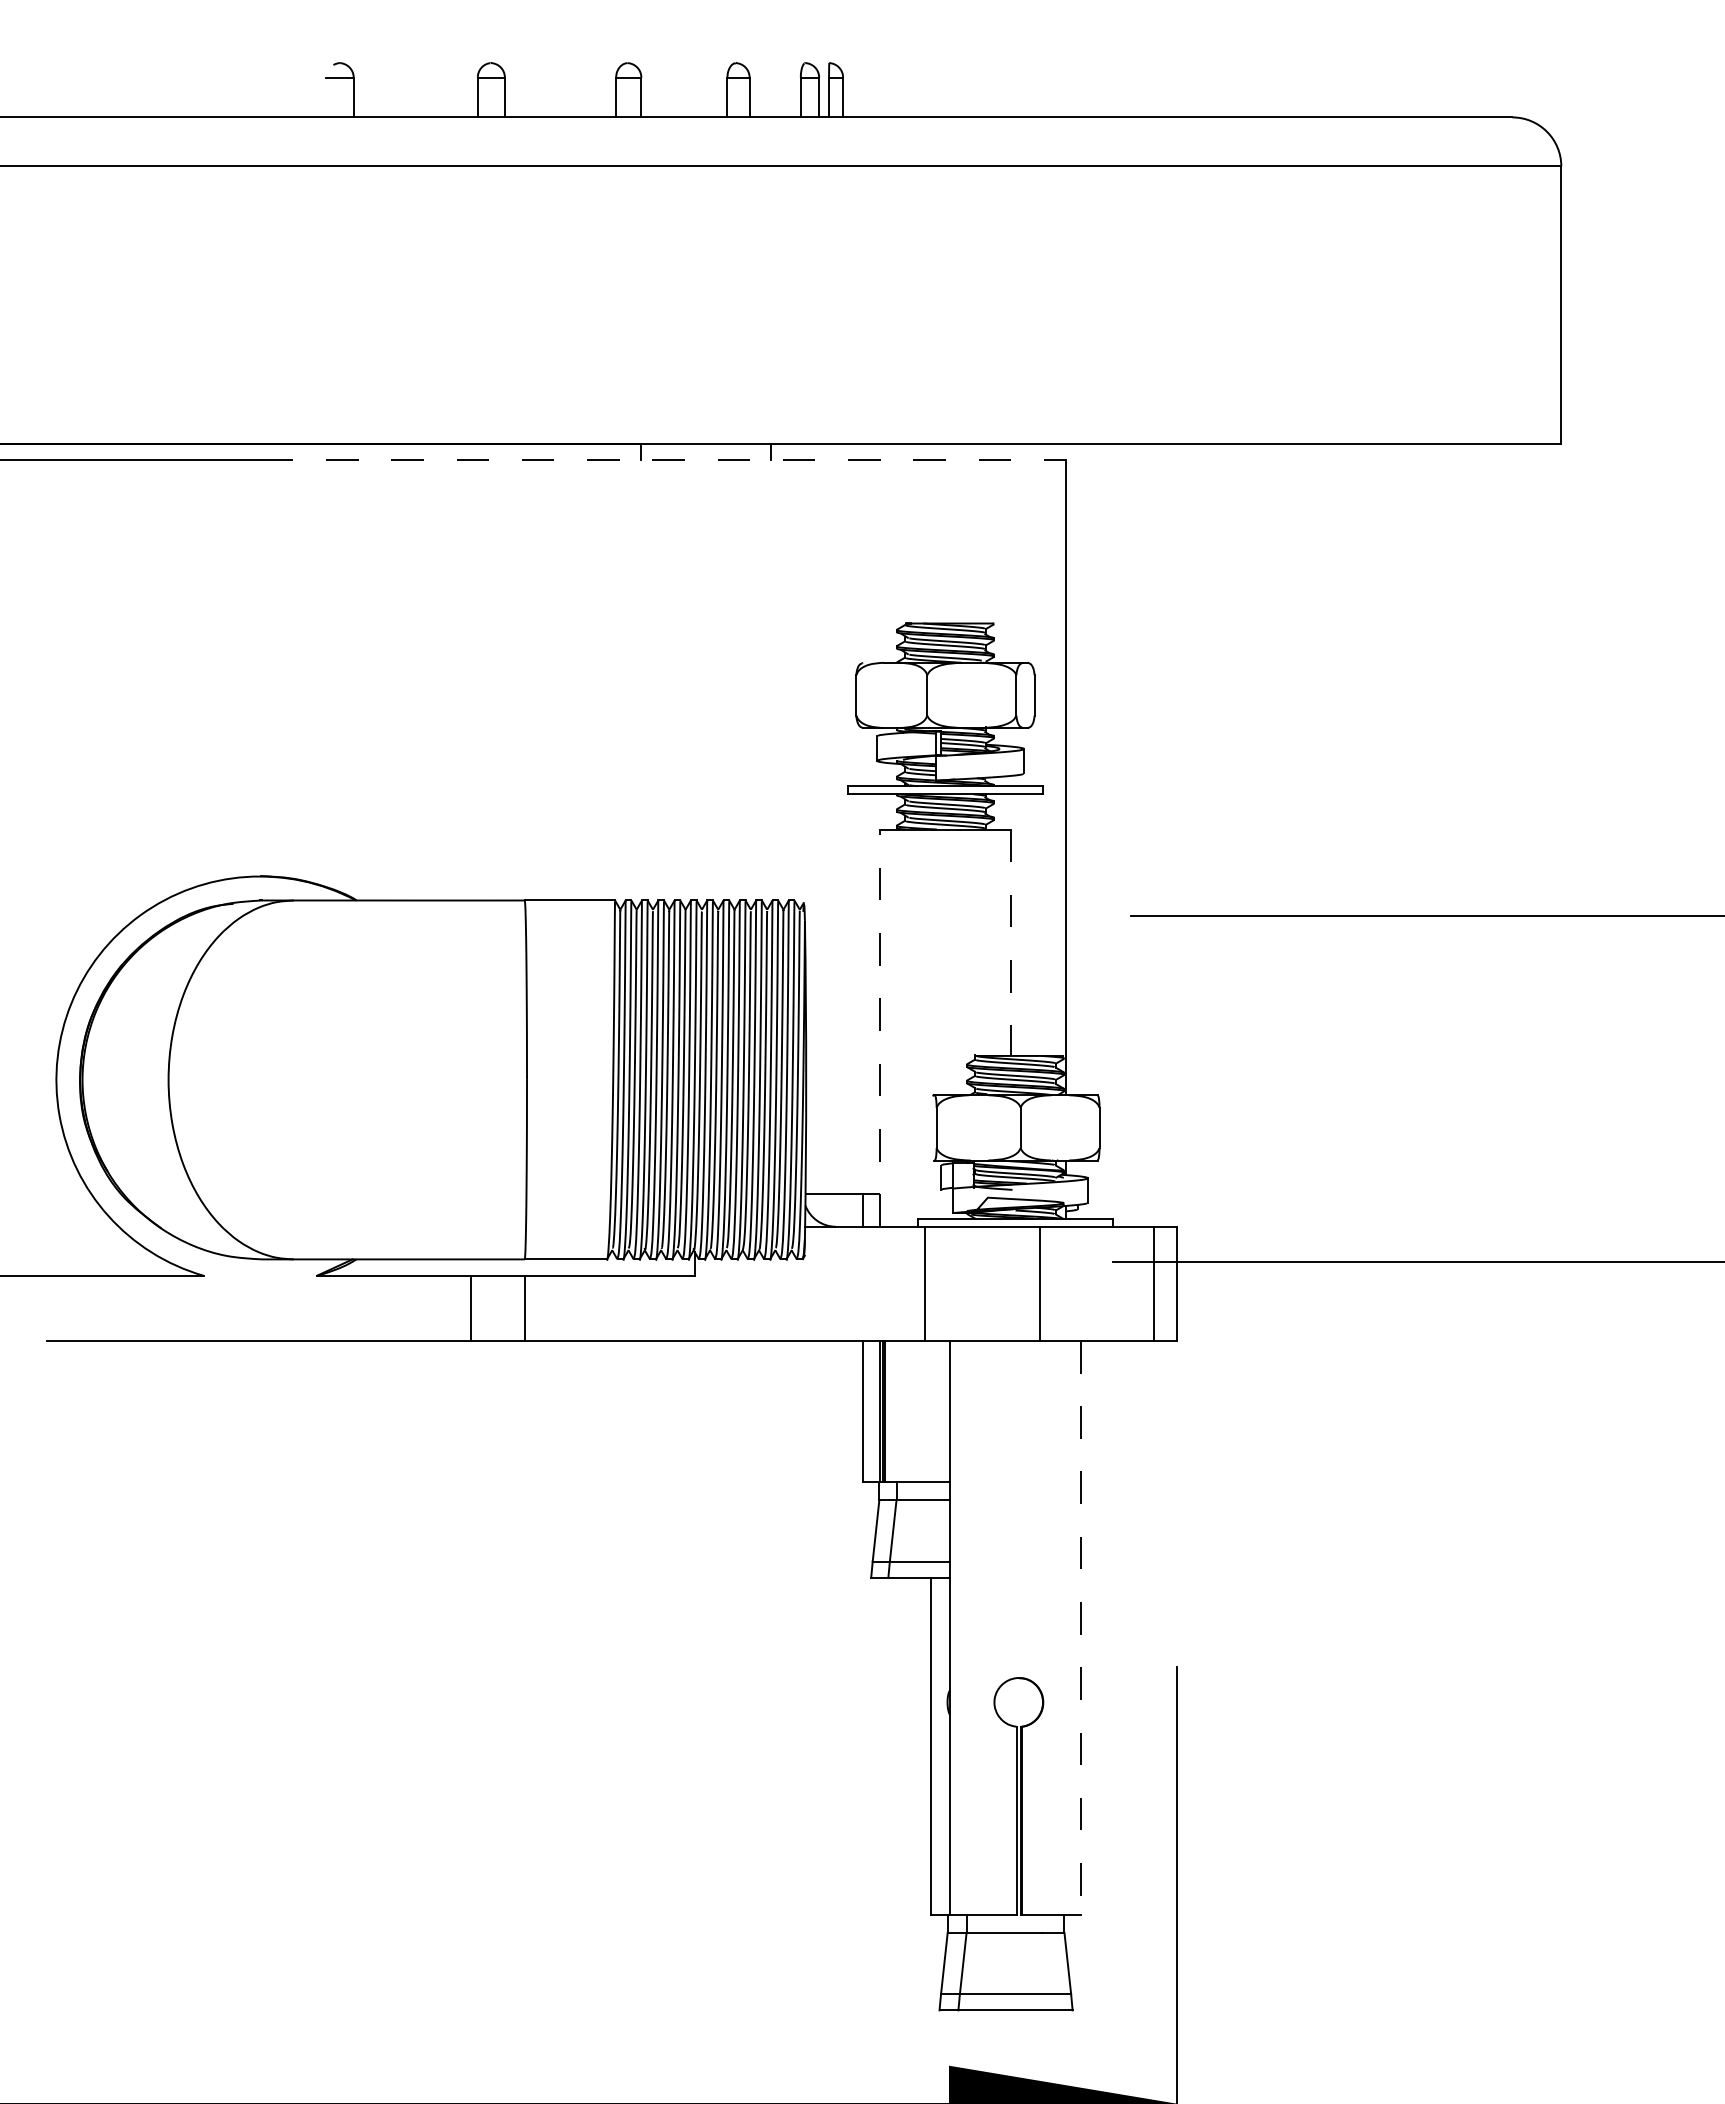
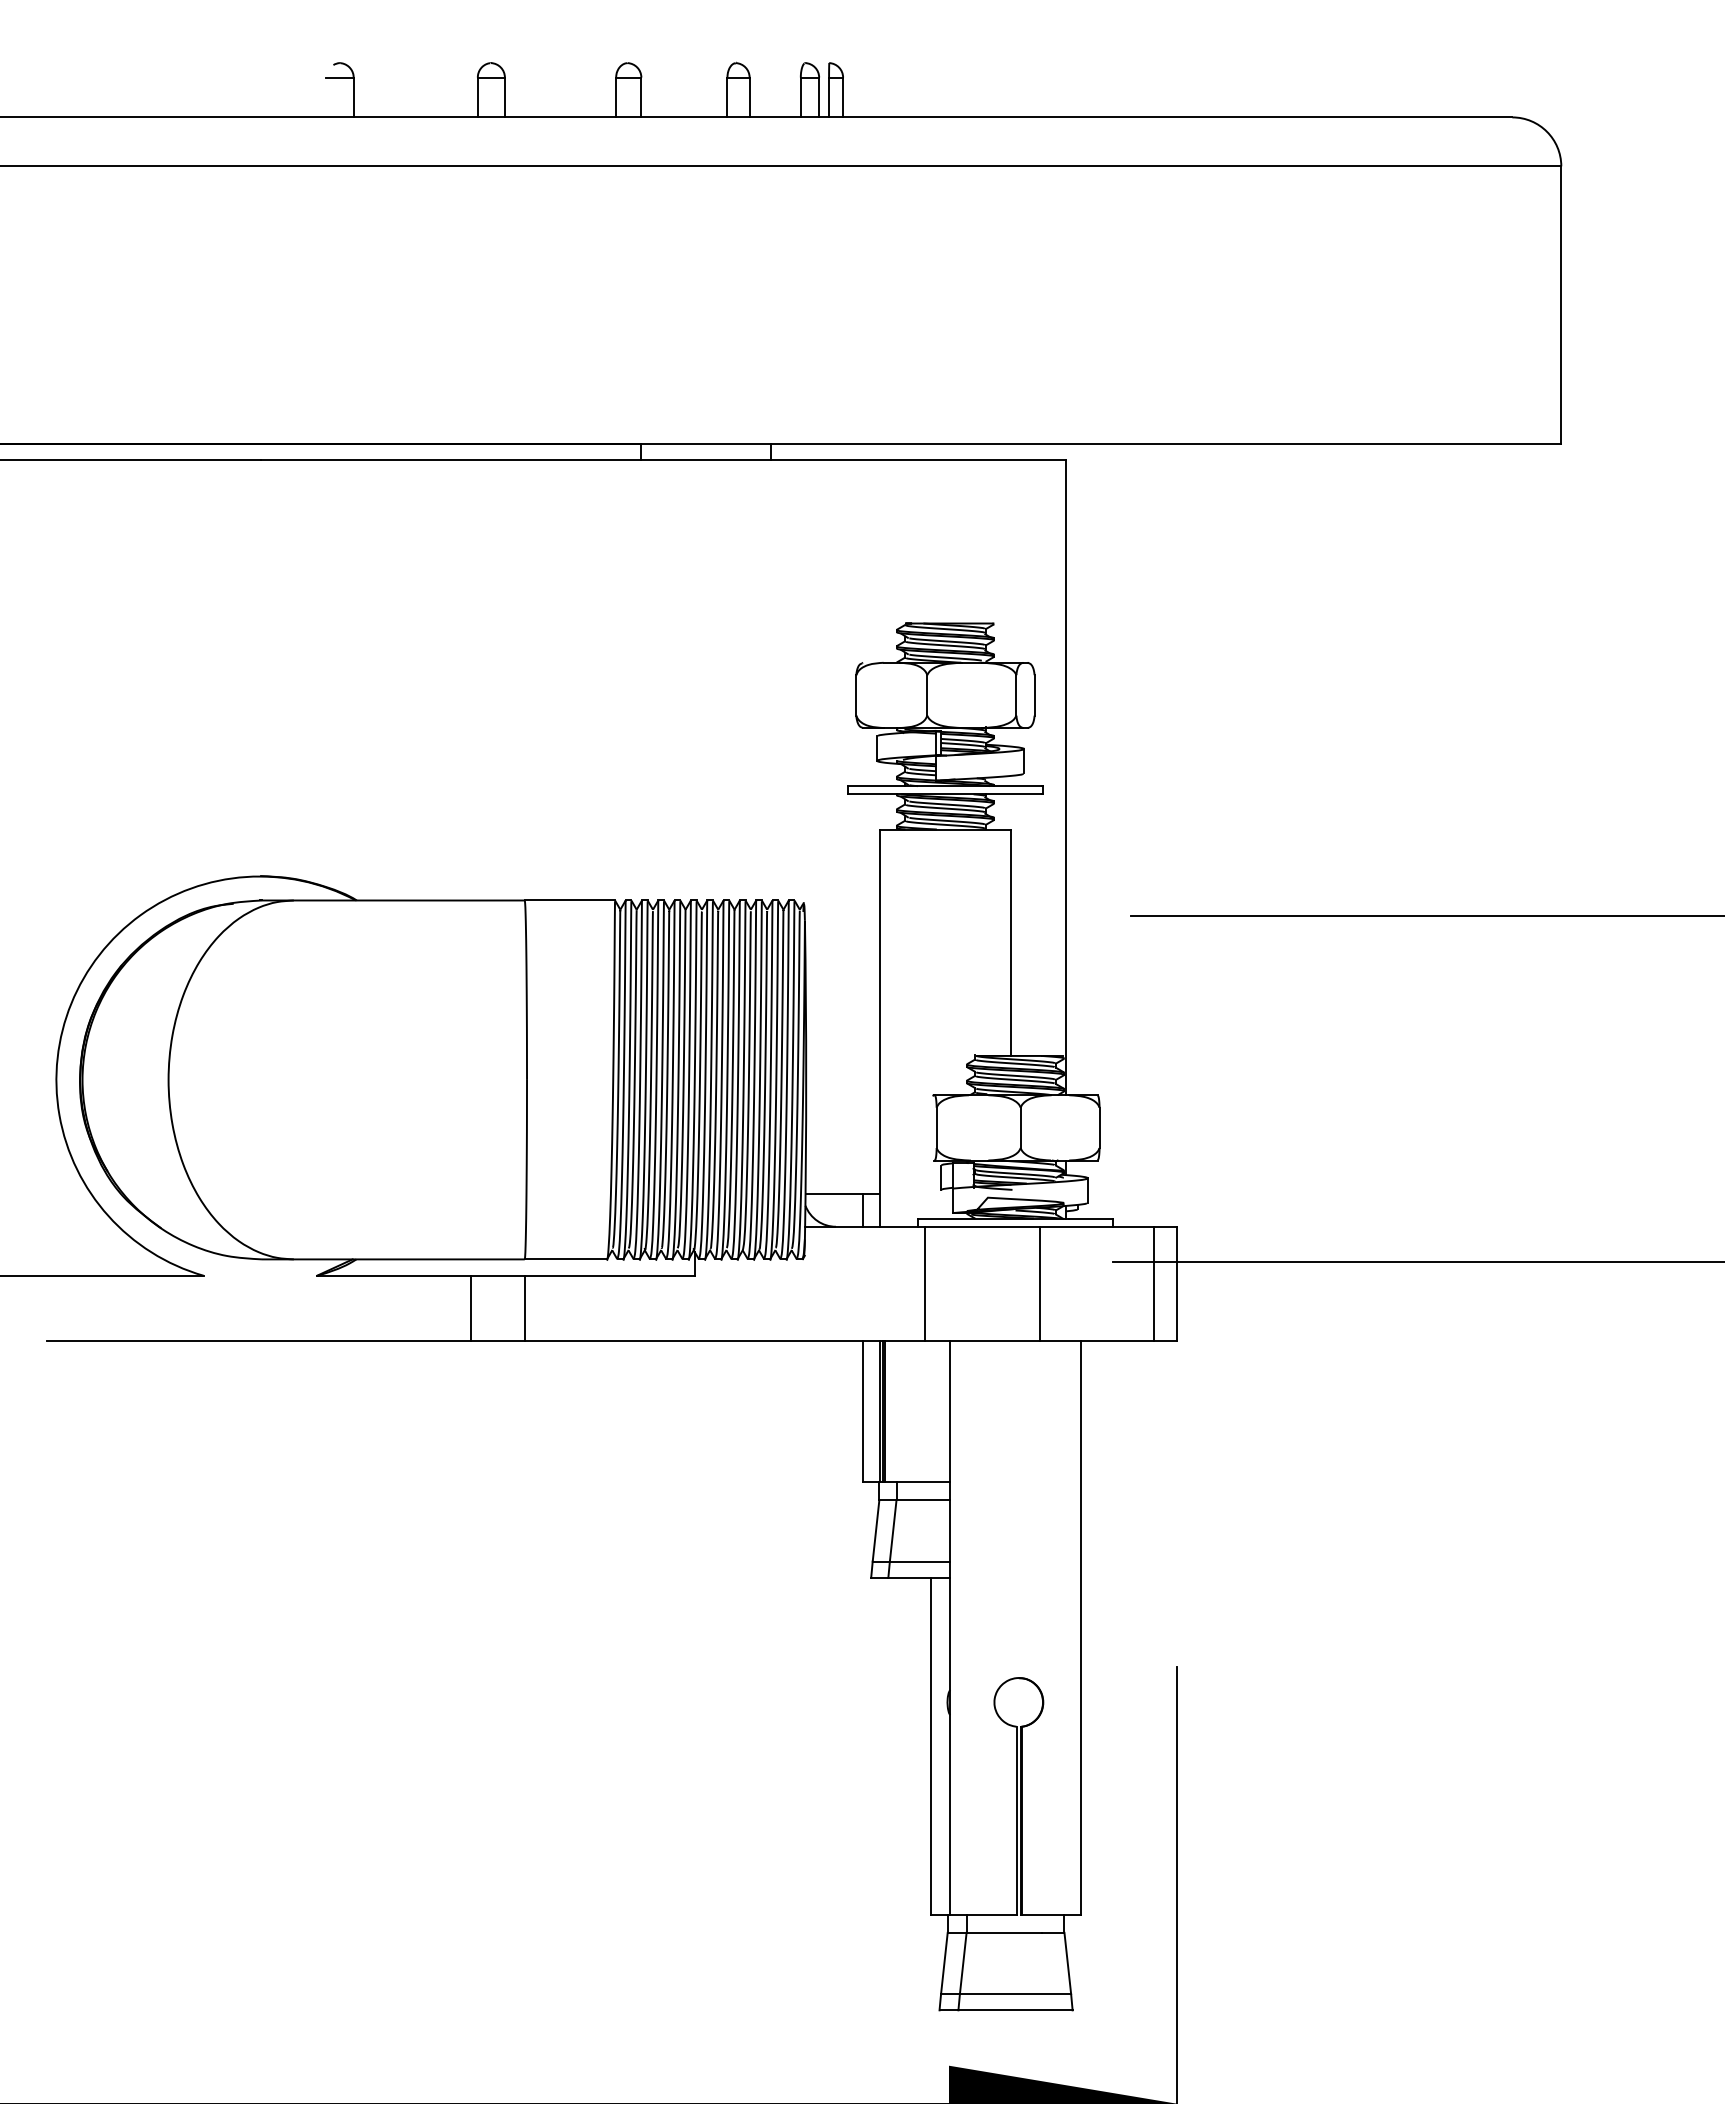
line at (663, 460): dashed -> solid
line at (1010, 943): dashed -> solid
line at (880, 1028): dashed -> solid
line at (1080, 1627): dashed -> solid
